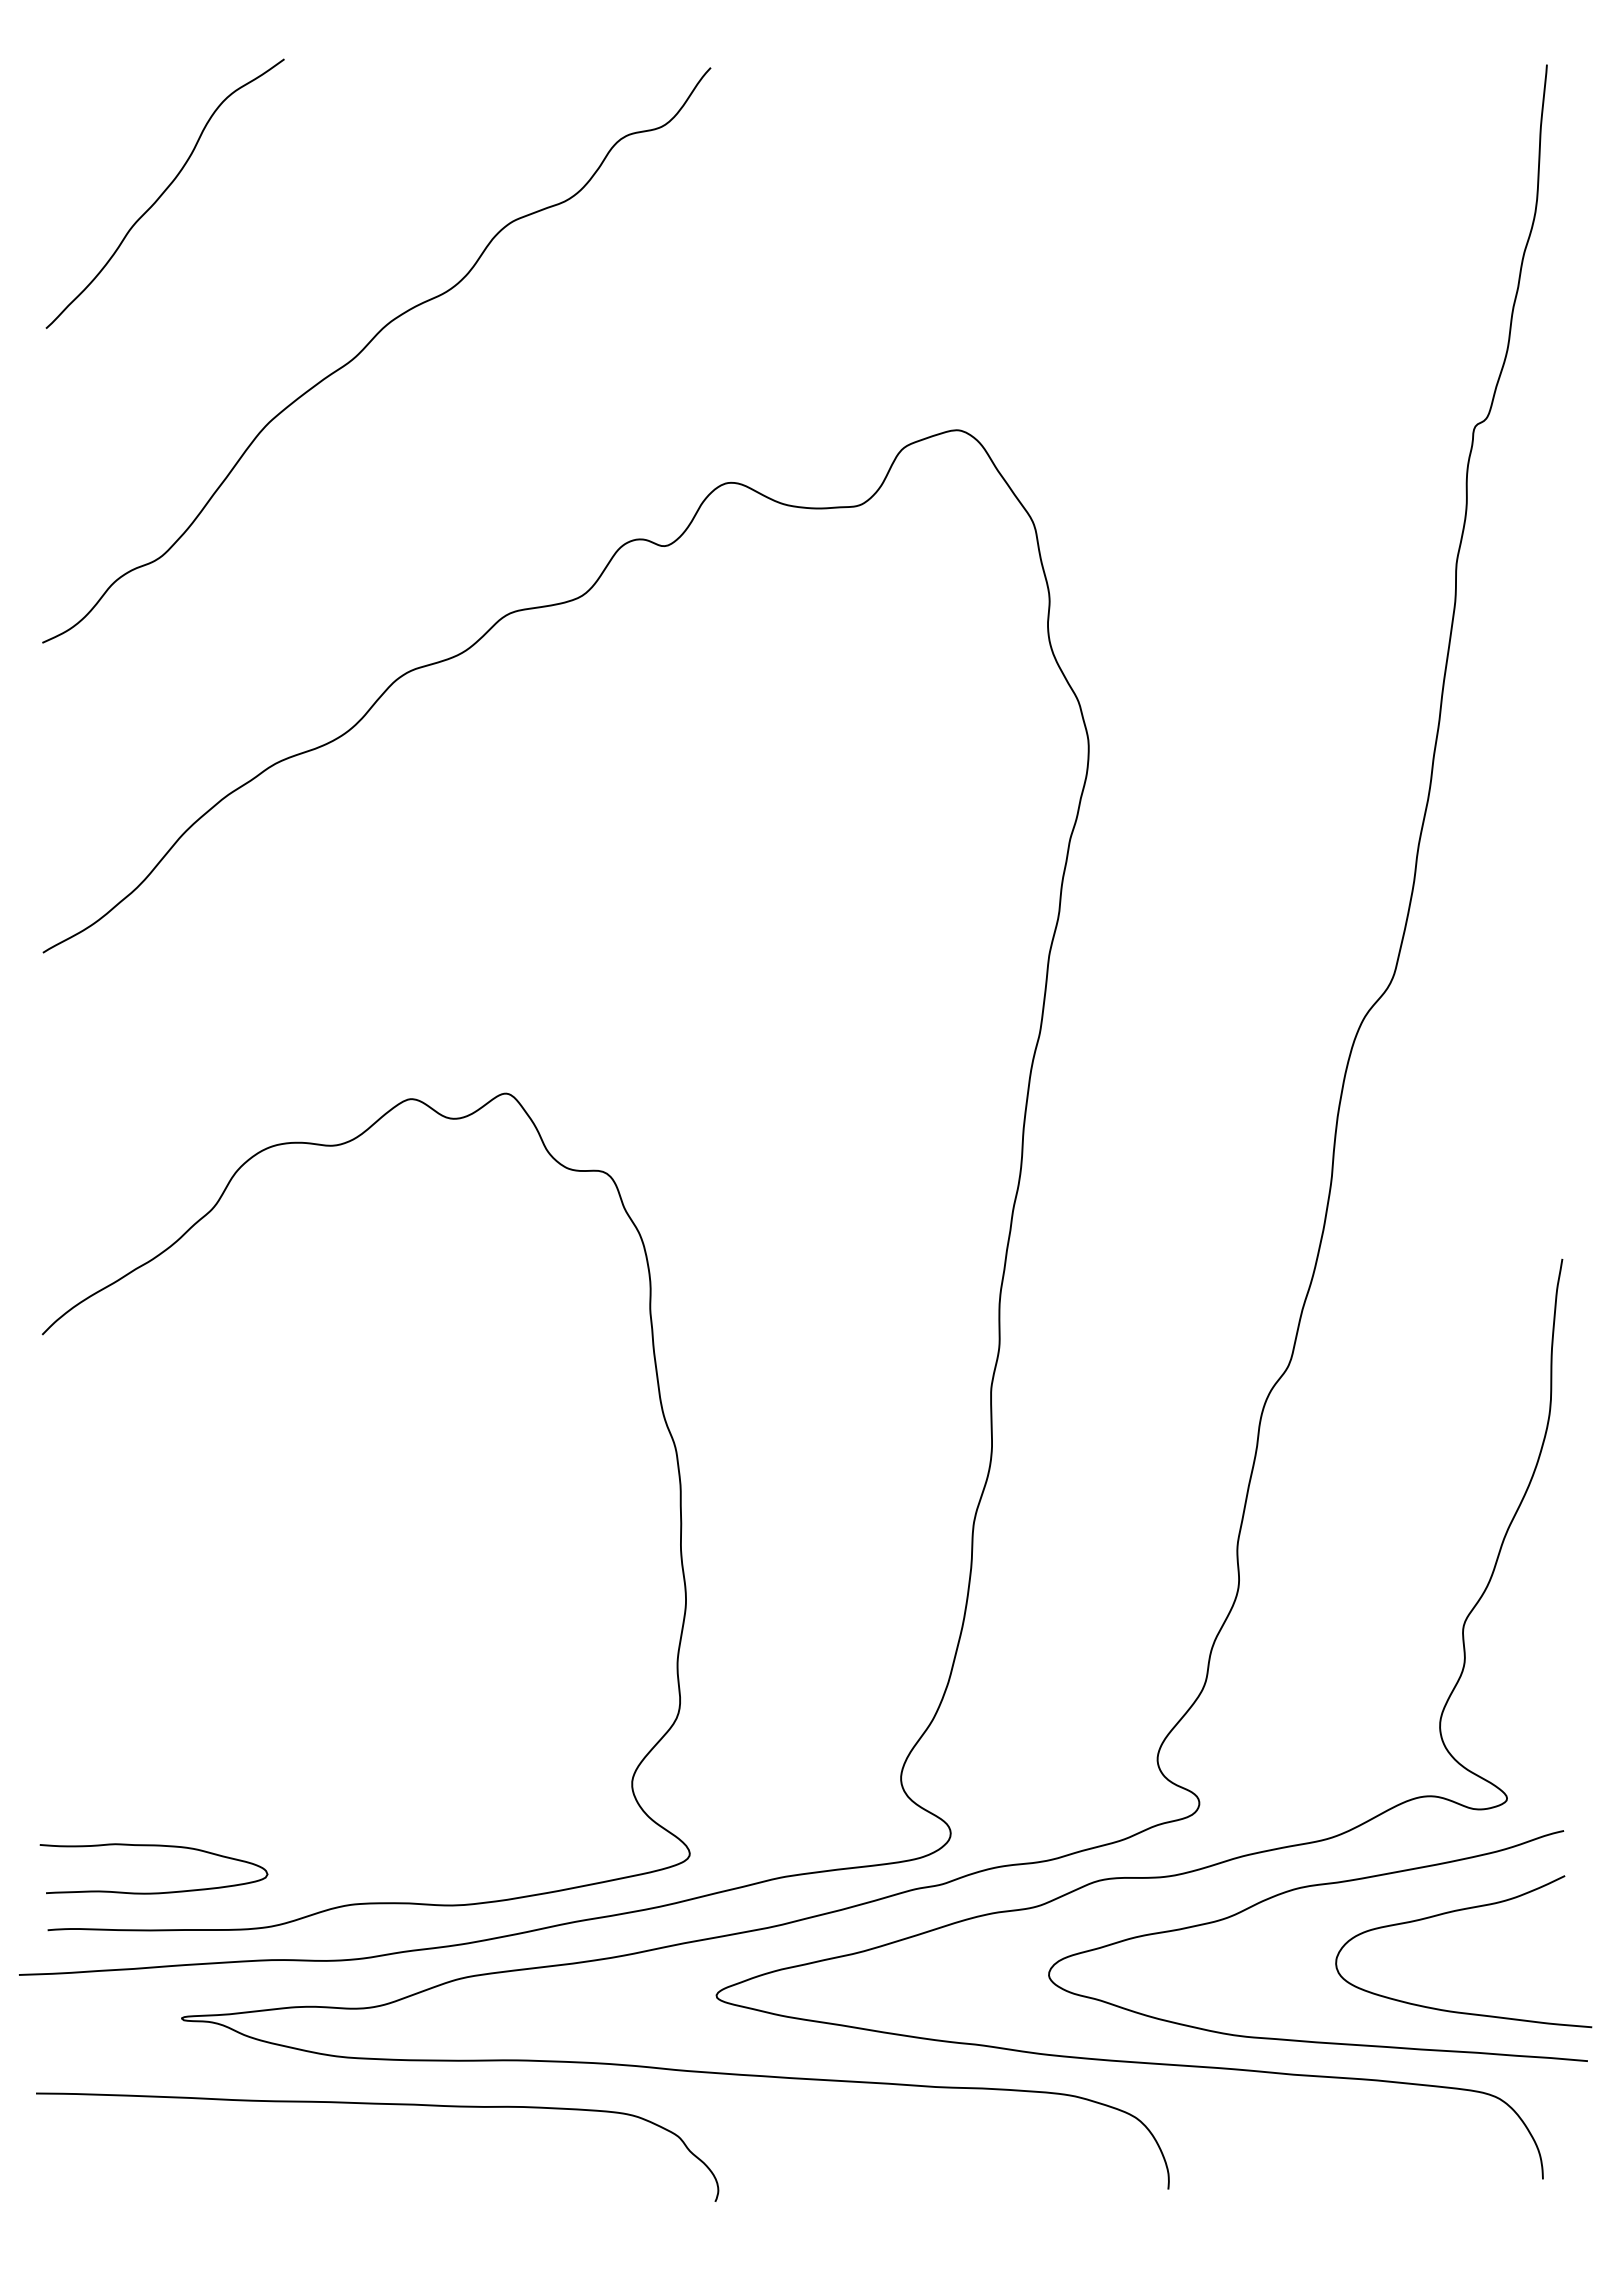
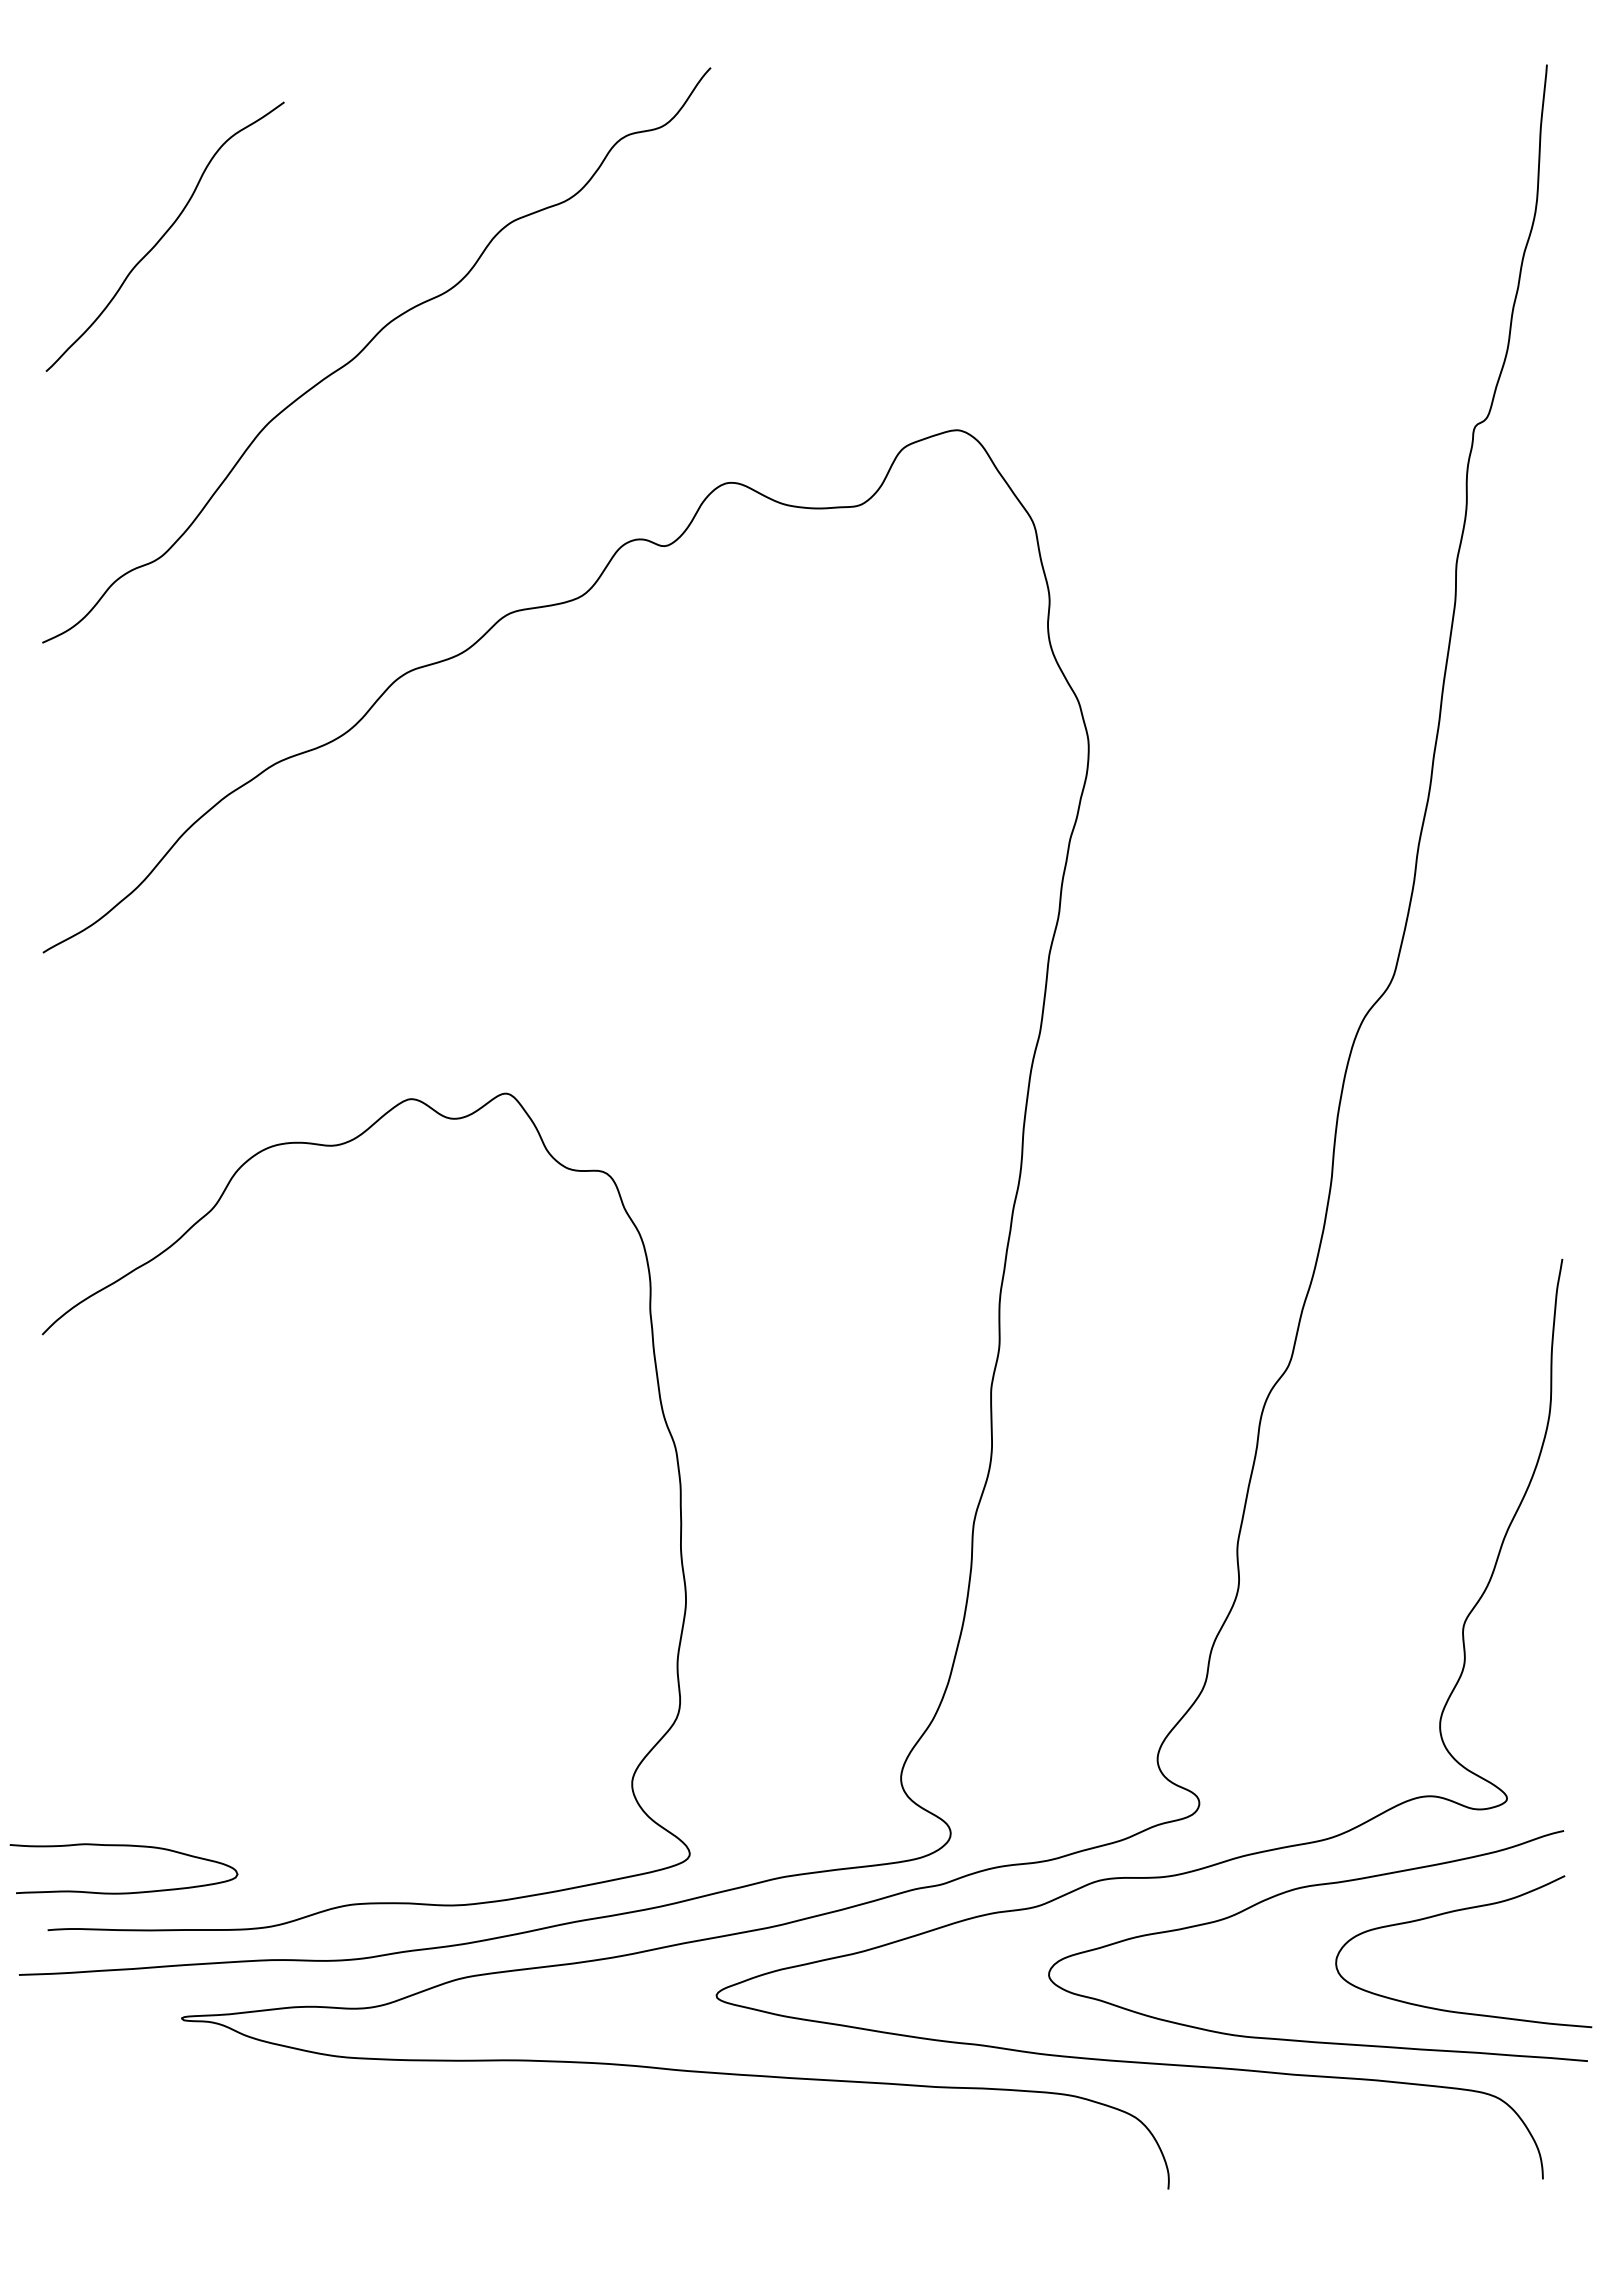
curve at (164, 193) position: (164, 193) -> (164, 236)
curve at (153, 1846) position: (153, 1846) -> (123, 1846)
curve at (377, 2104): present -> none
